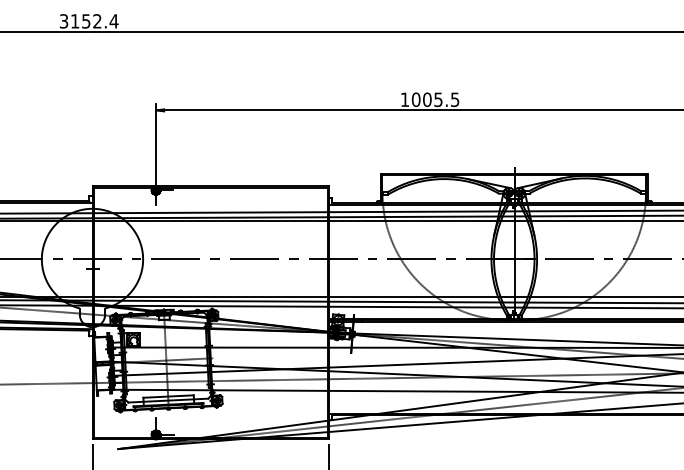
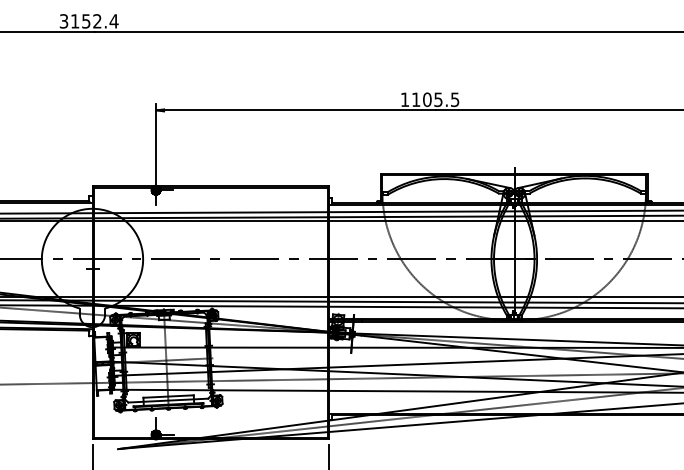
text at (415, 99): 1005.5 -> 1105.5
